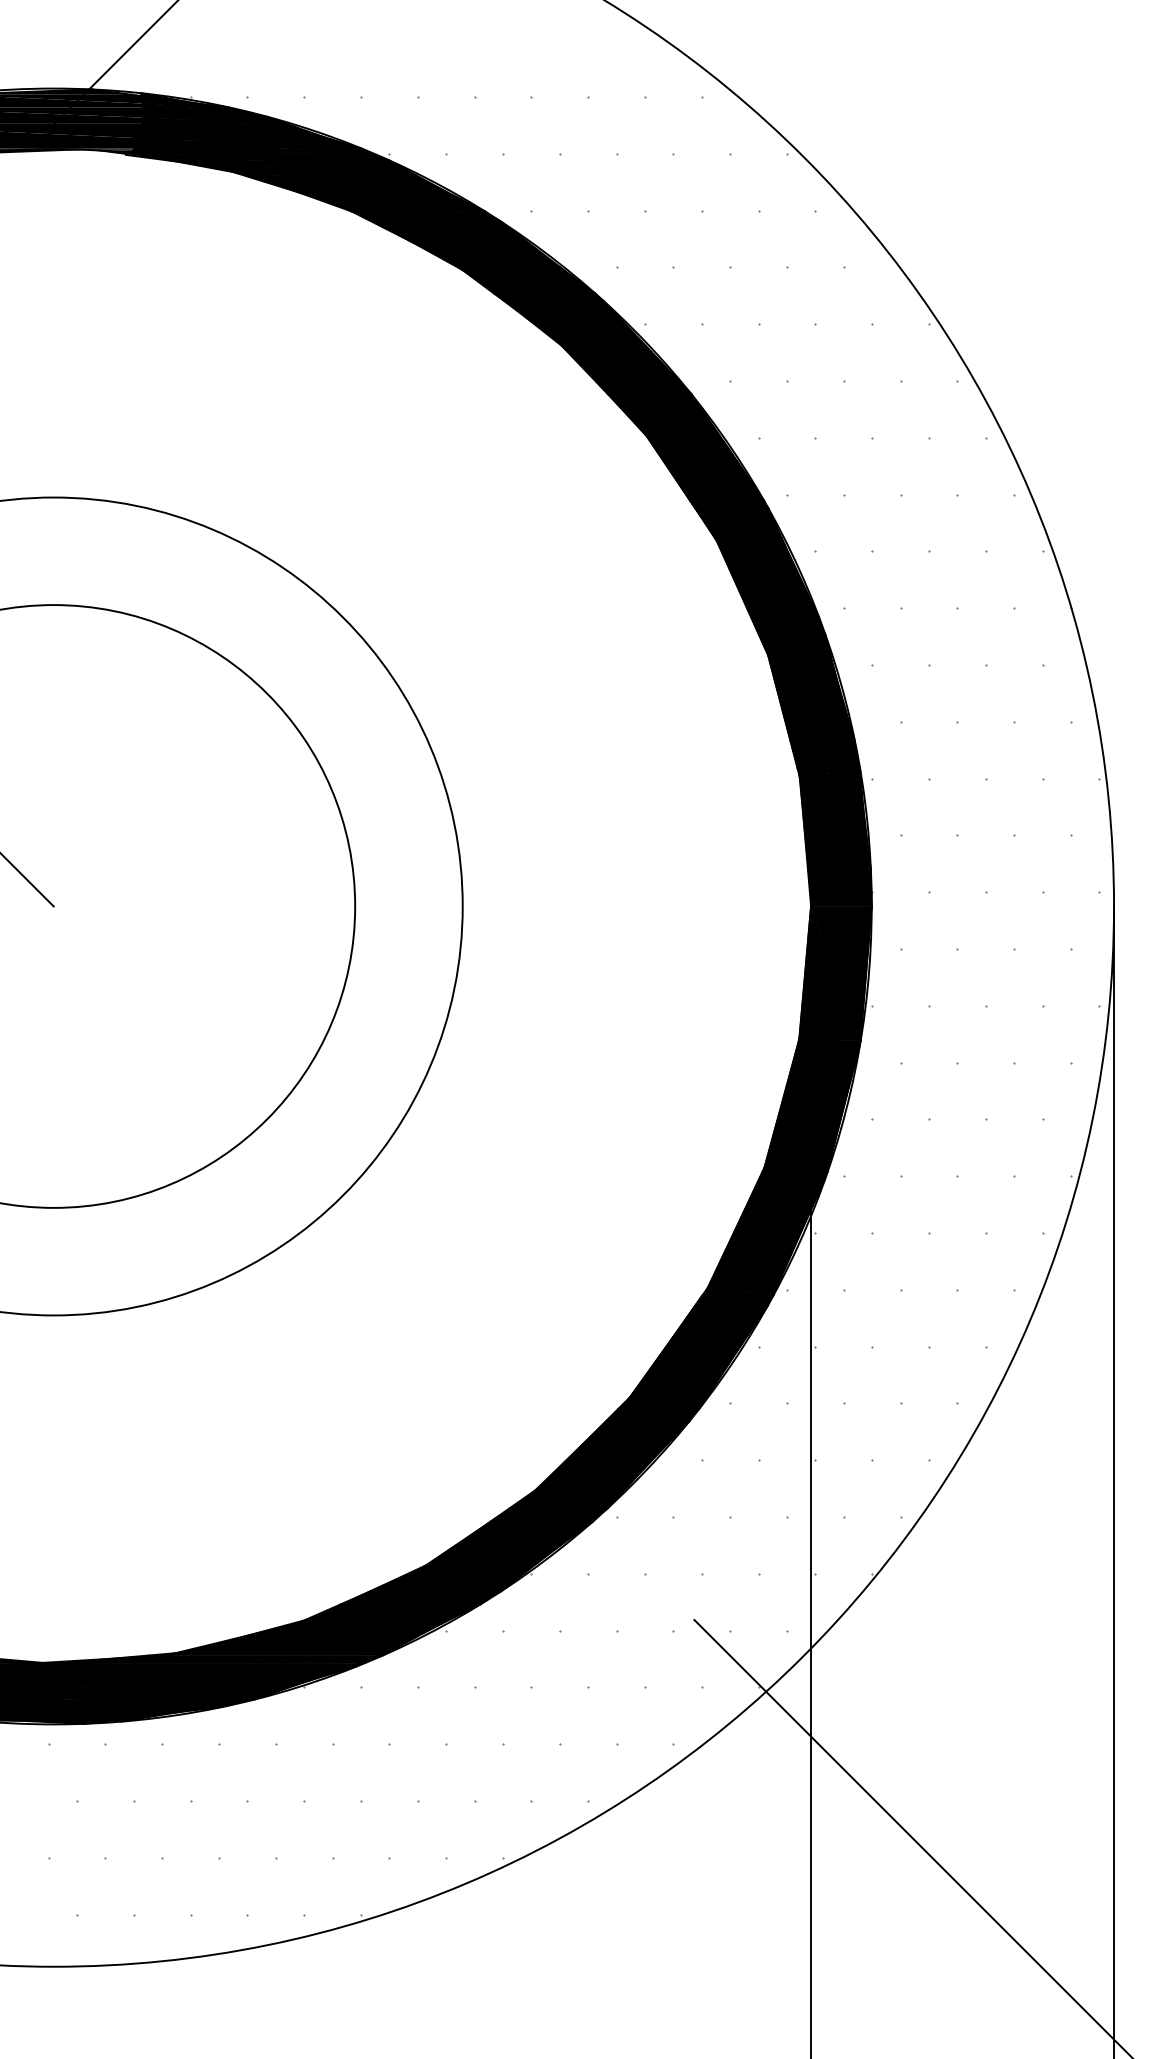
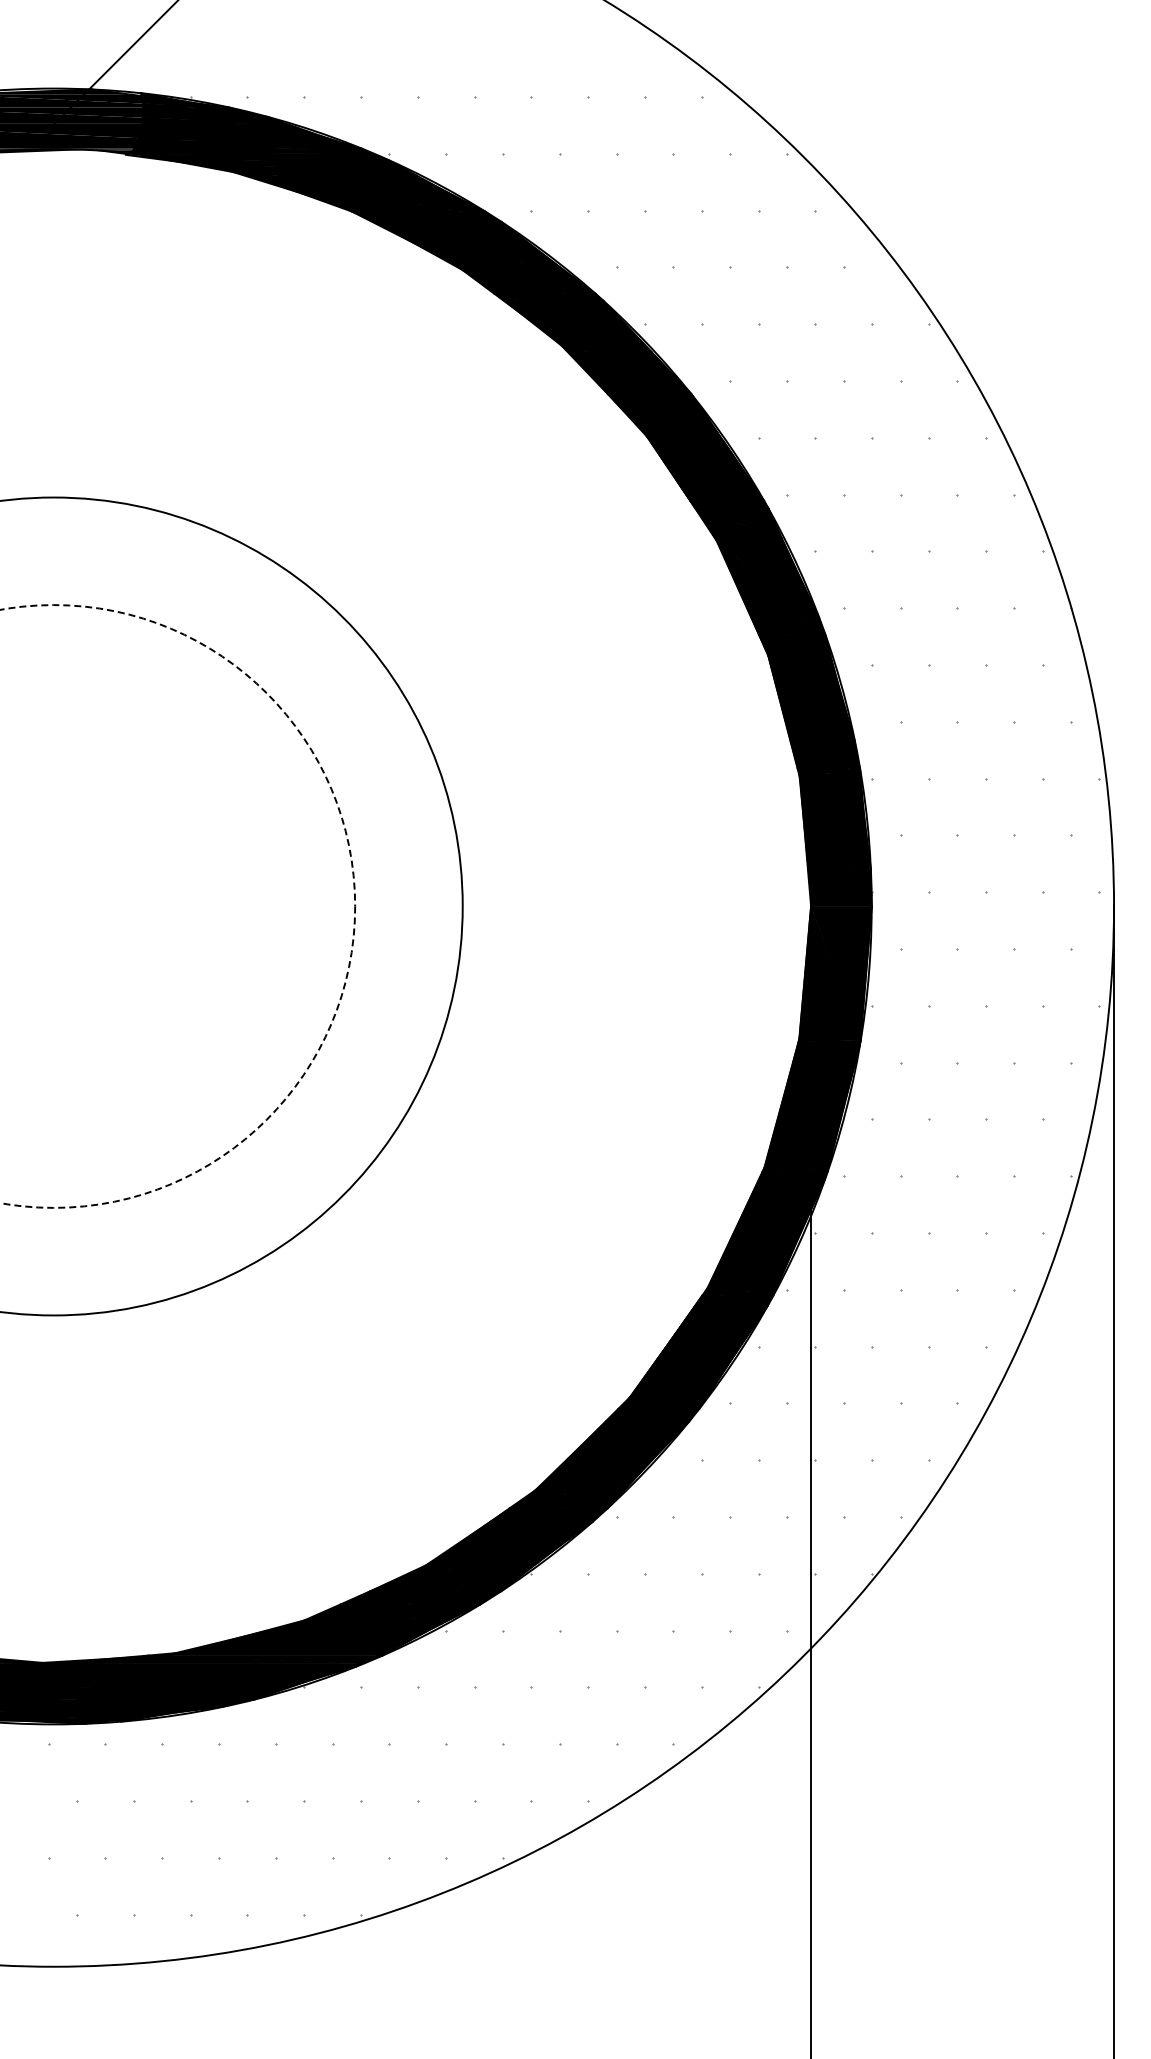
line at (27, 880): present -> none
circle at (177, 906): solid -> dashed
line at (912, 1837): present -> none
